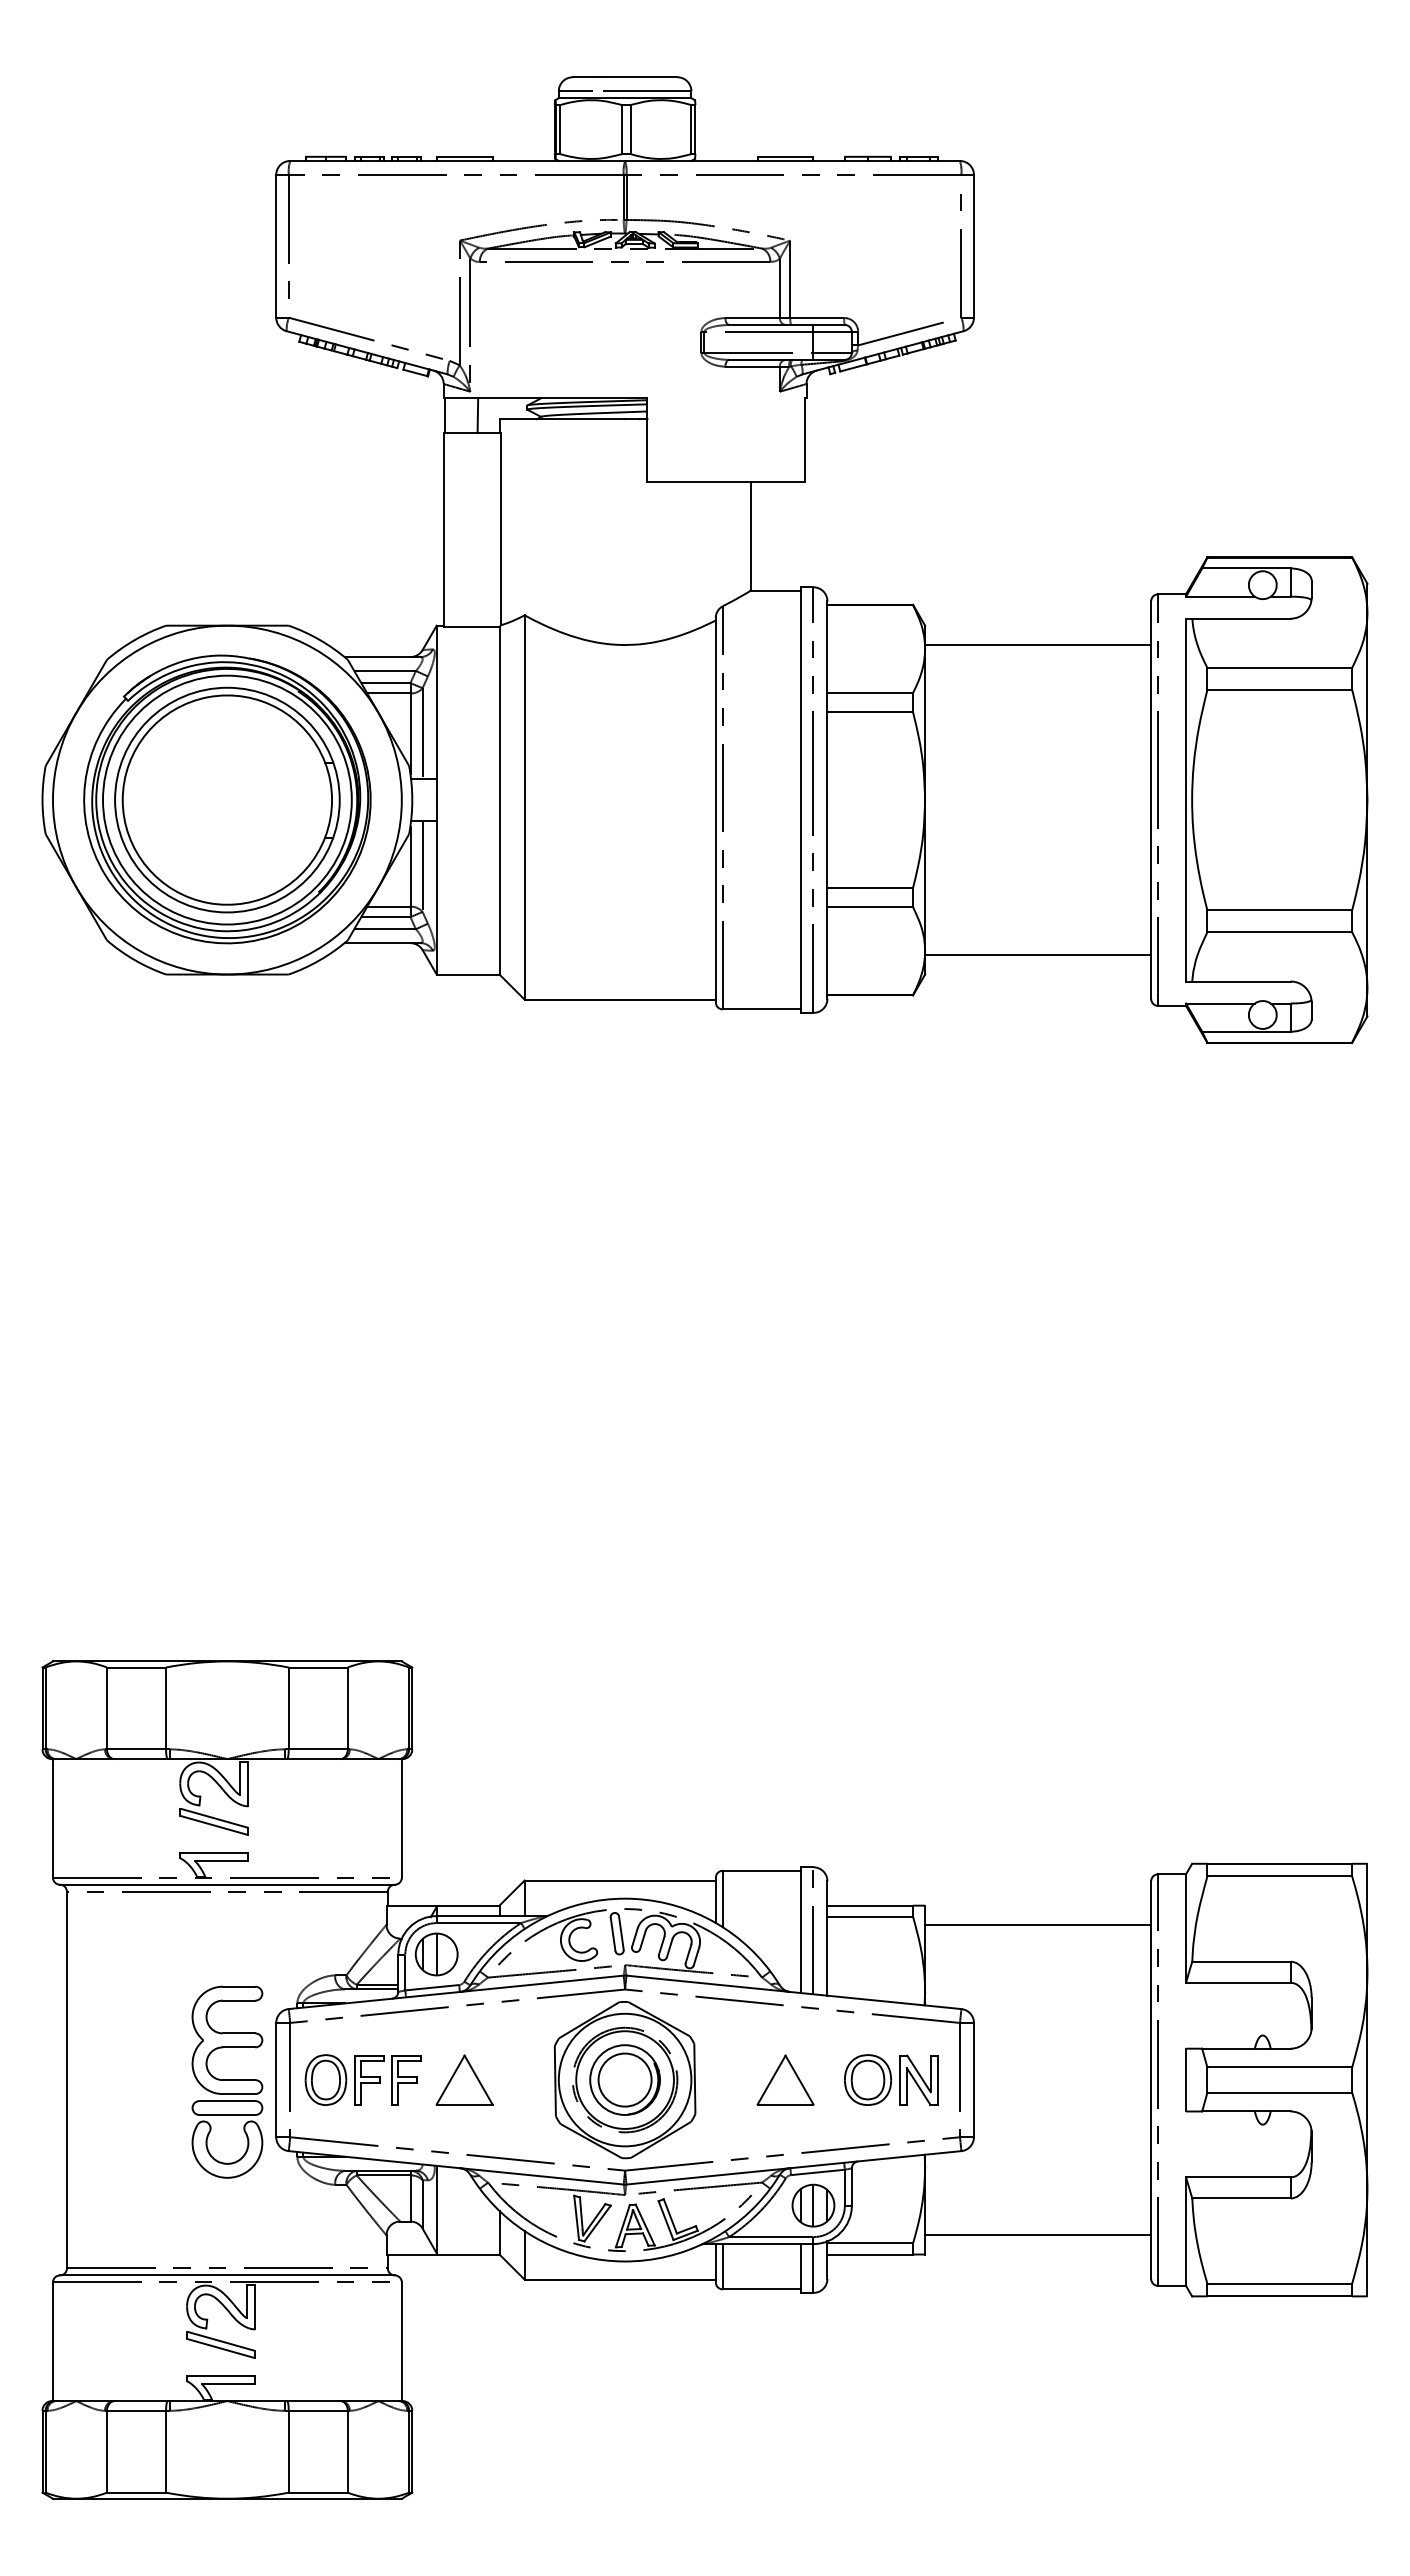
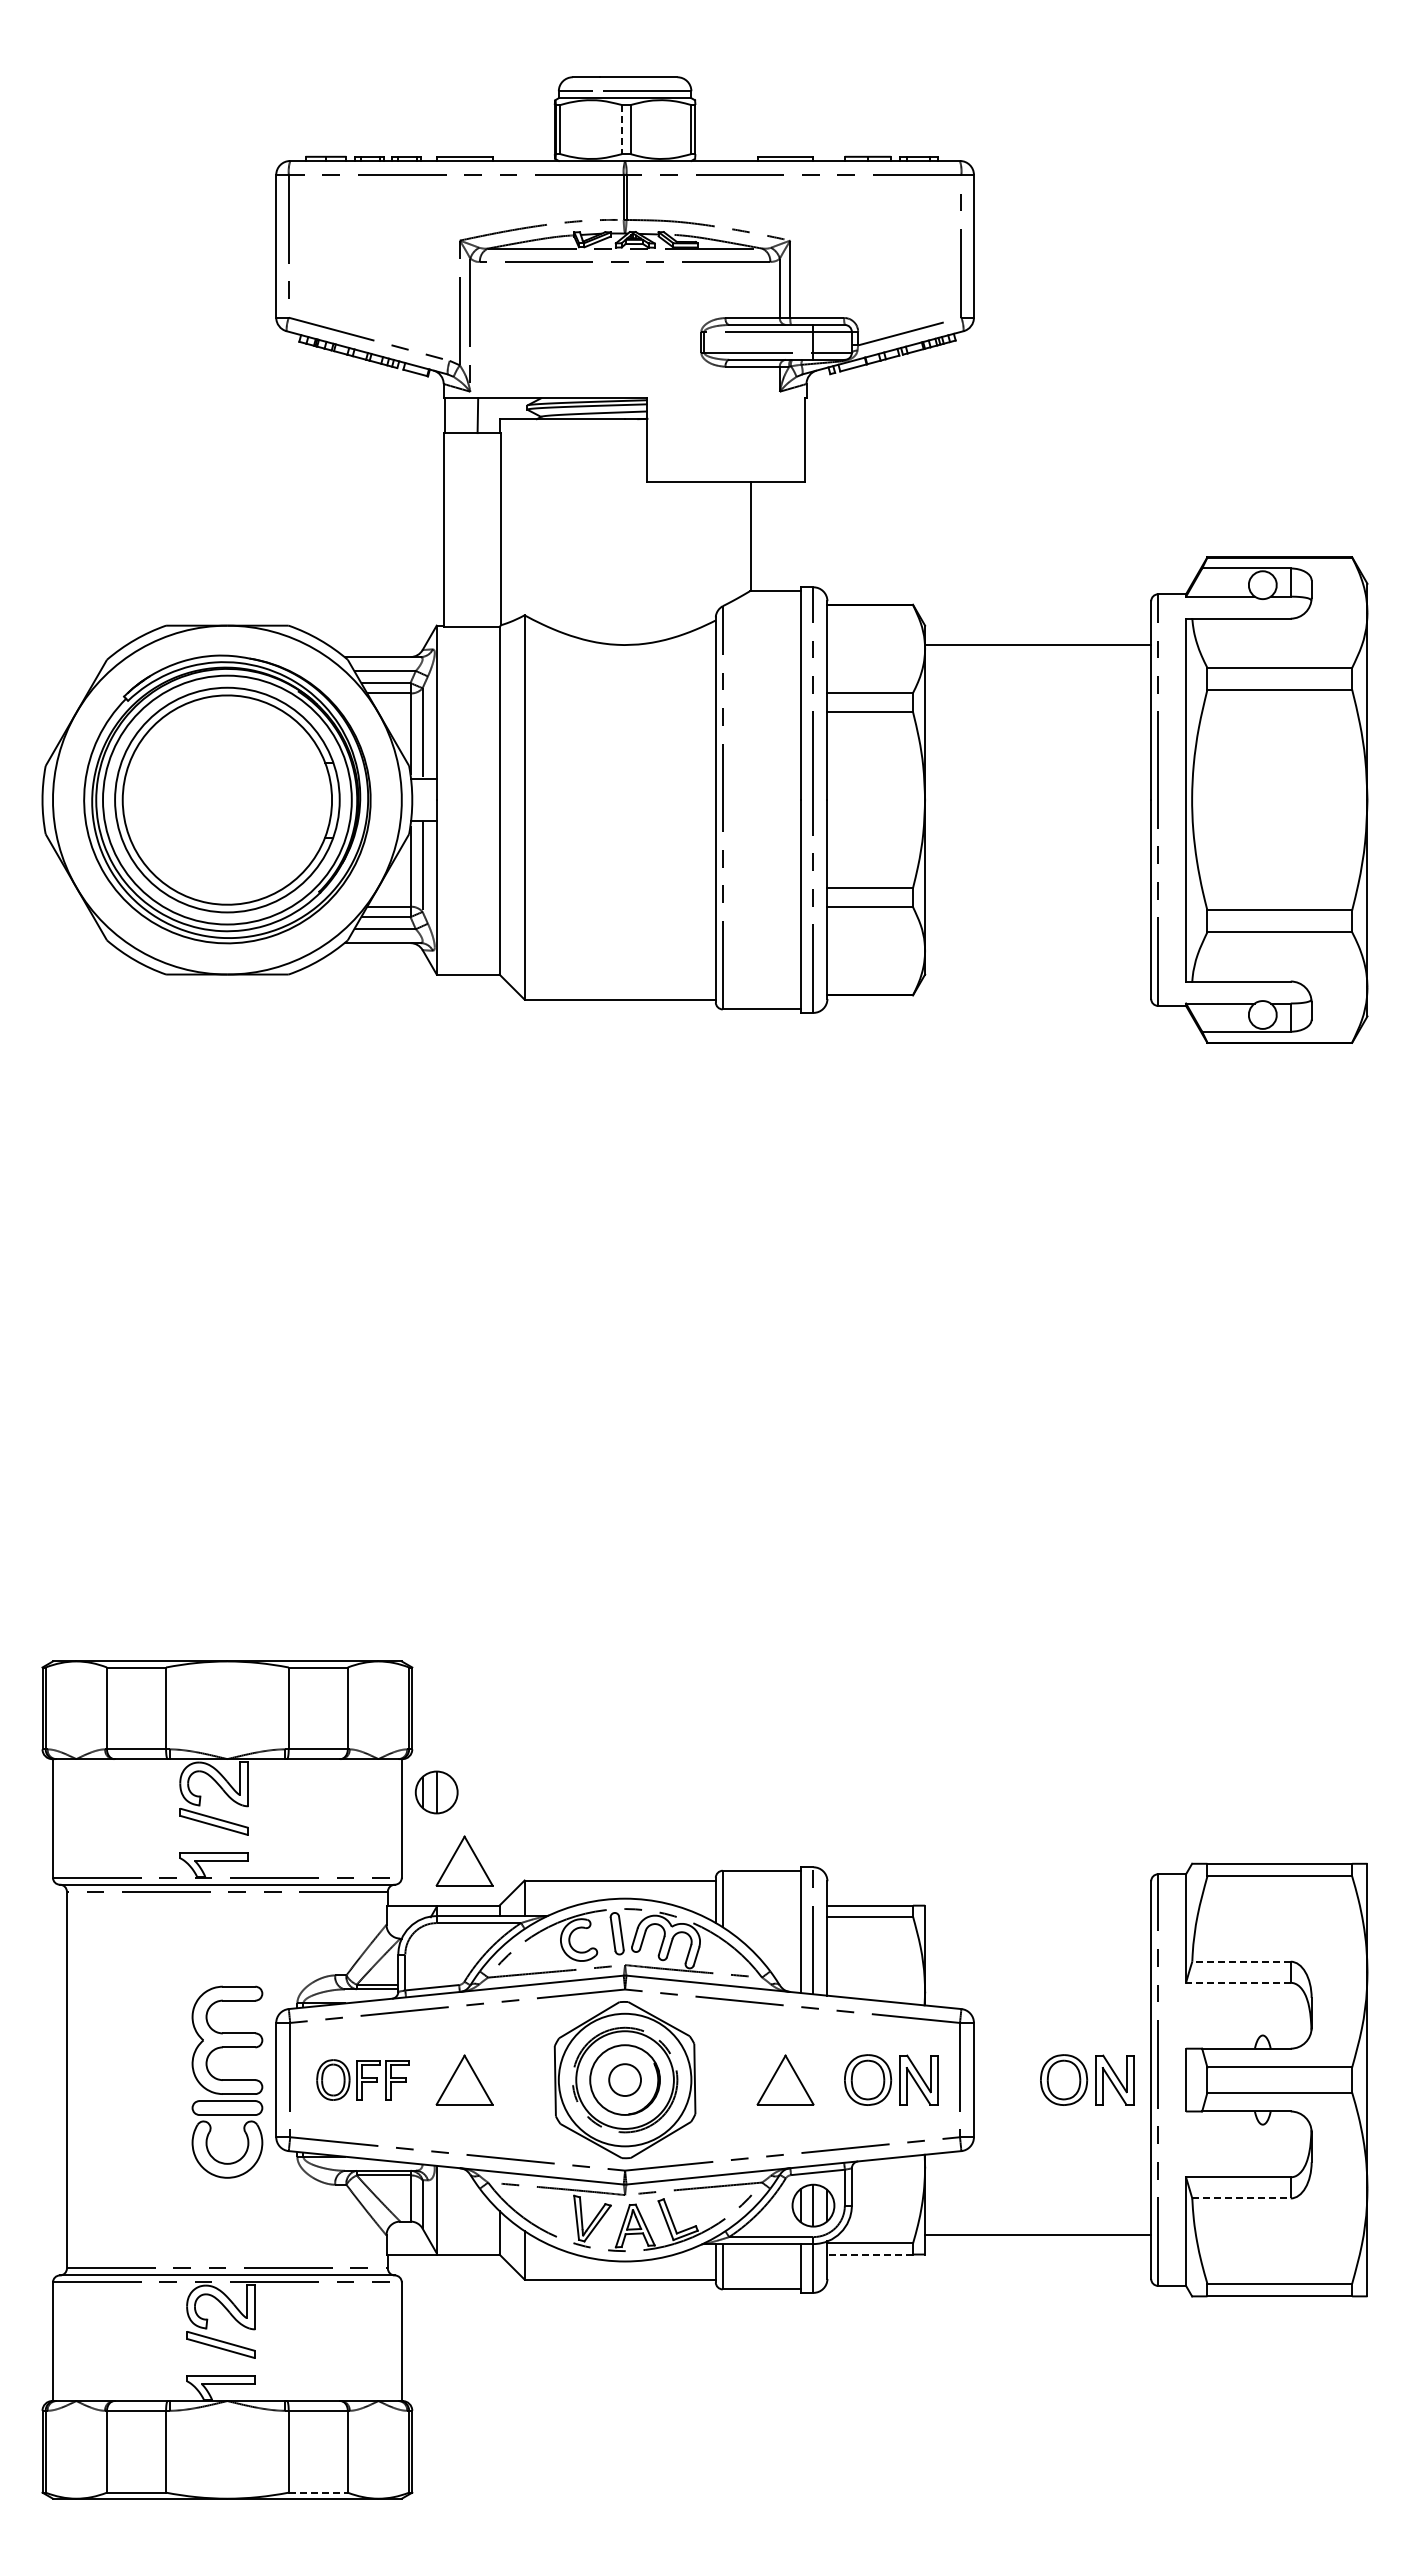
line at (621, 129): solid -> dashed
line at (1038, 955): present -> none
part at (464, 1860): none -> present
line at (1038, 1925): present -> none
part at (436, 1954) position: (436, 1954) -> (436, 1792)
line at (1241, 1961): solid -> dashed
line at (1237, 1982): solid -> dashed
part at (362, 2079) size: 118x52 px -> 94x42 px
circle at (624, 2079) diameter: 53 px -> 32 px
part at (1087, 2079): none -> present
line at (1242, 2198): solid -> dashed
line at (870, 2254): solid -> dashed
line at (318, 2492): solid -> dashed
